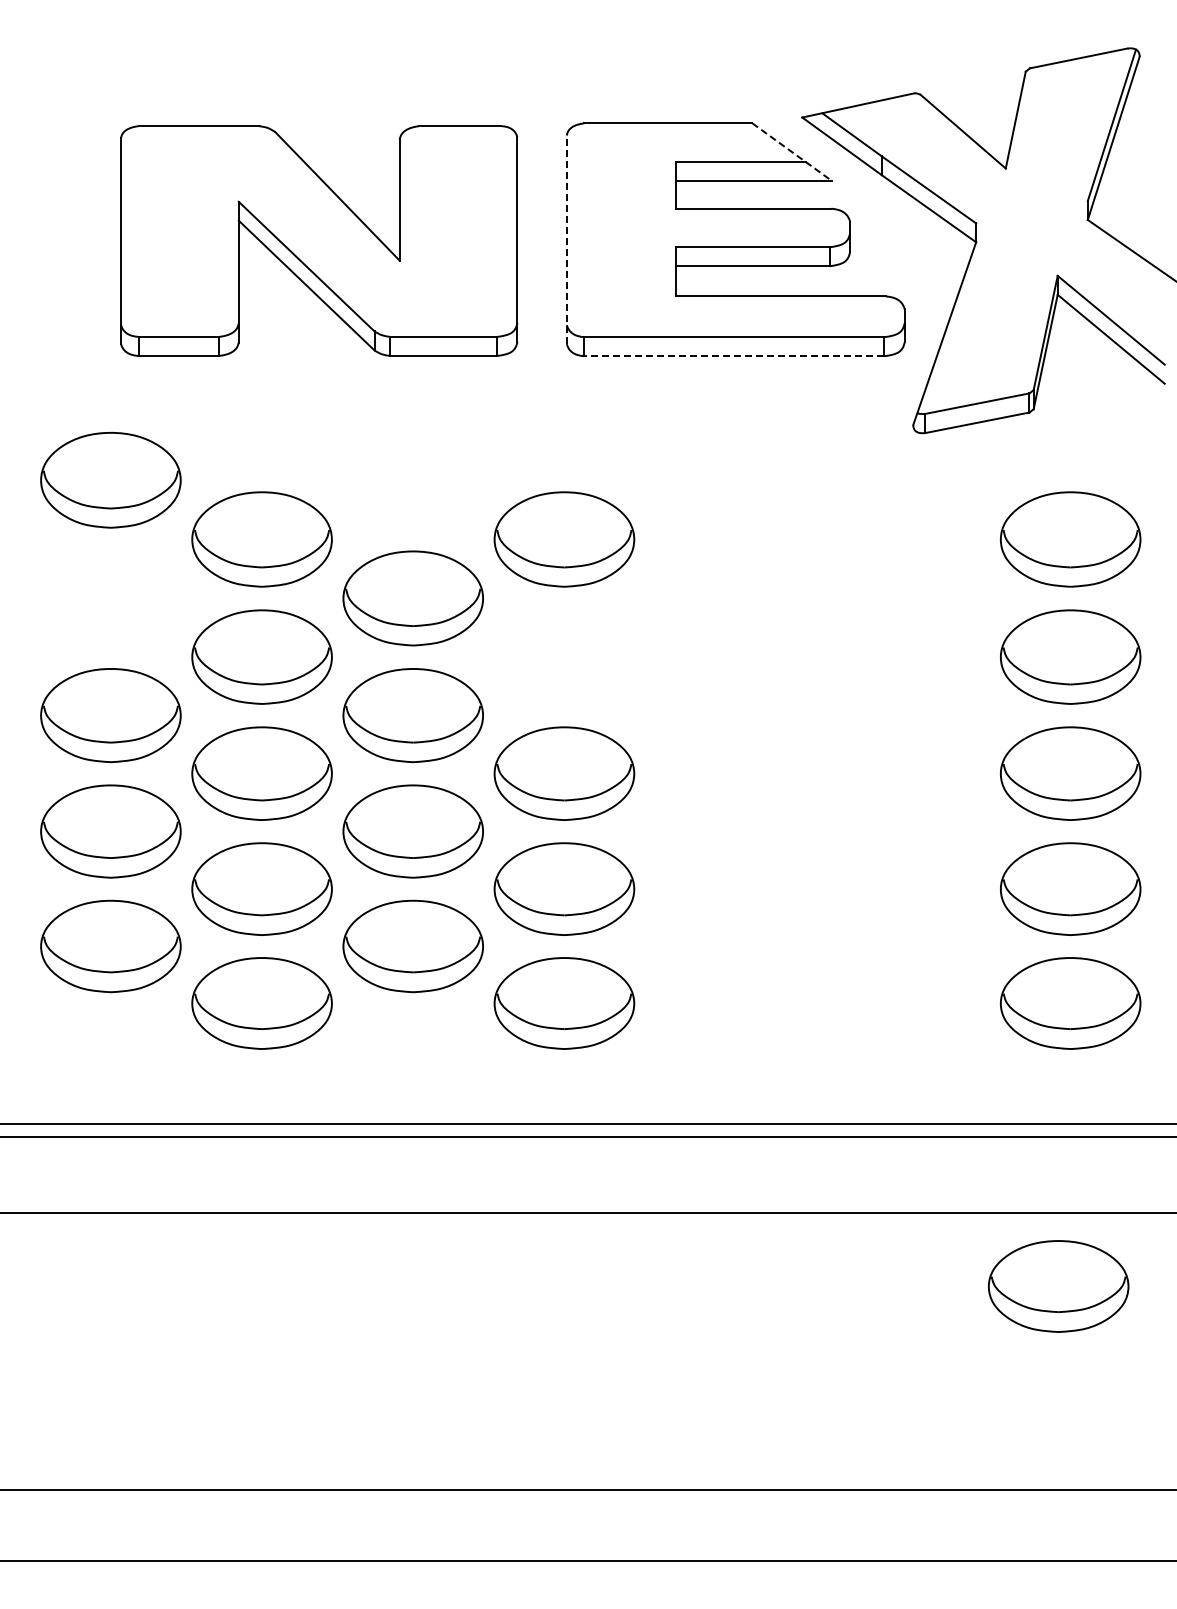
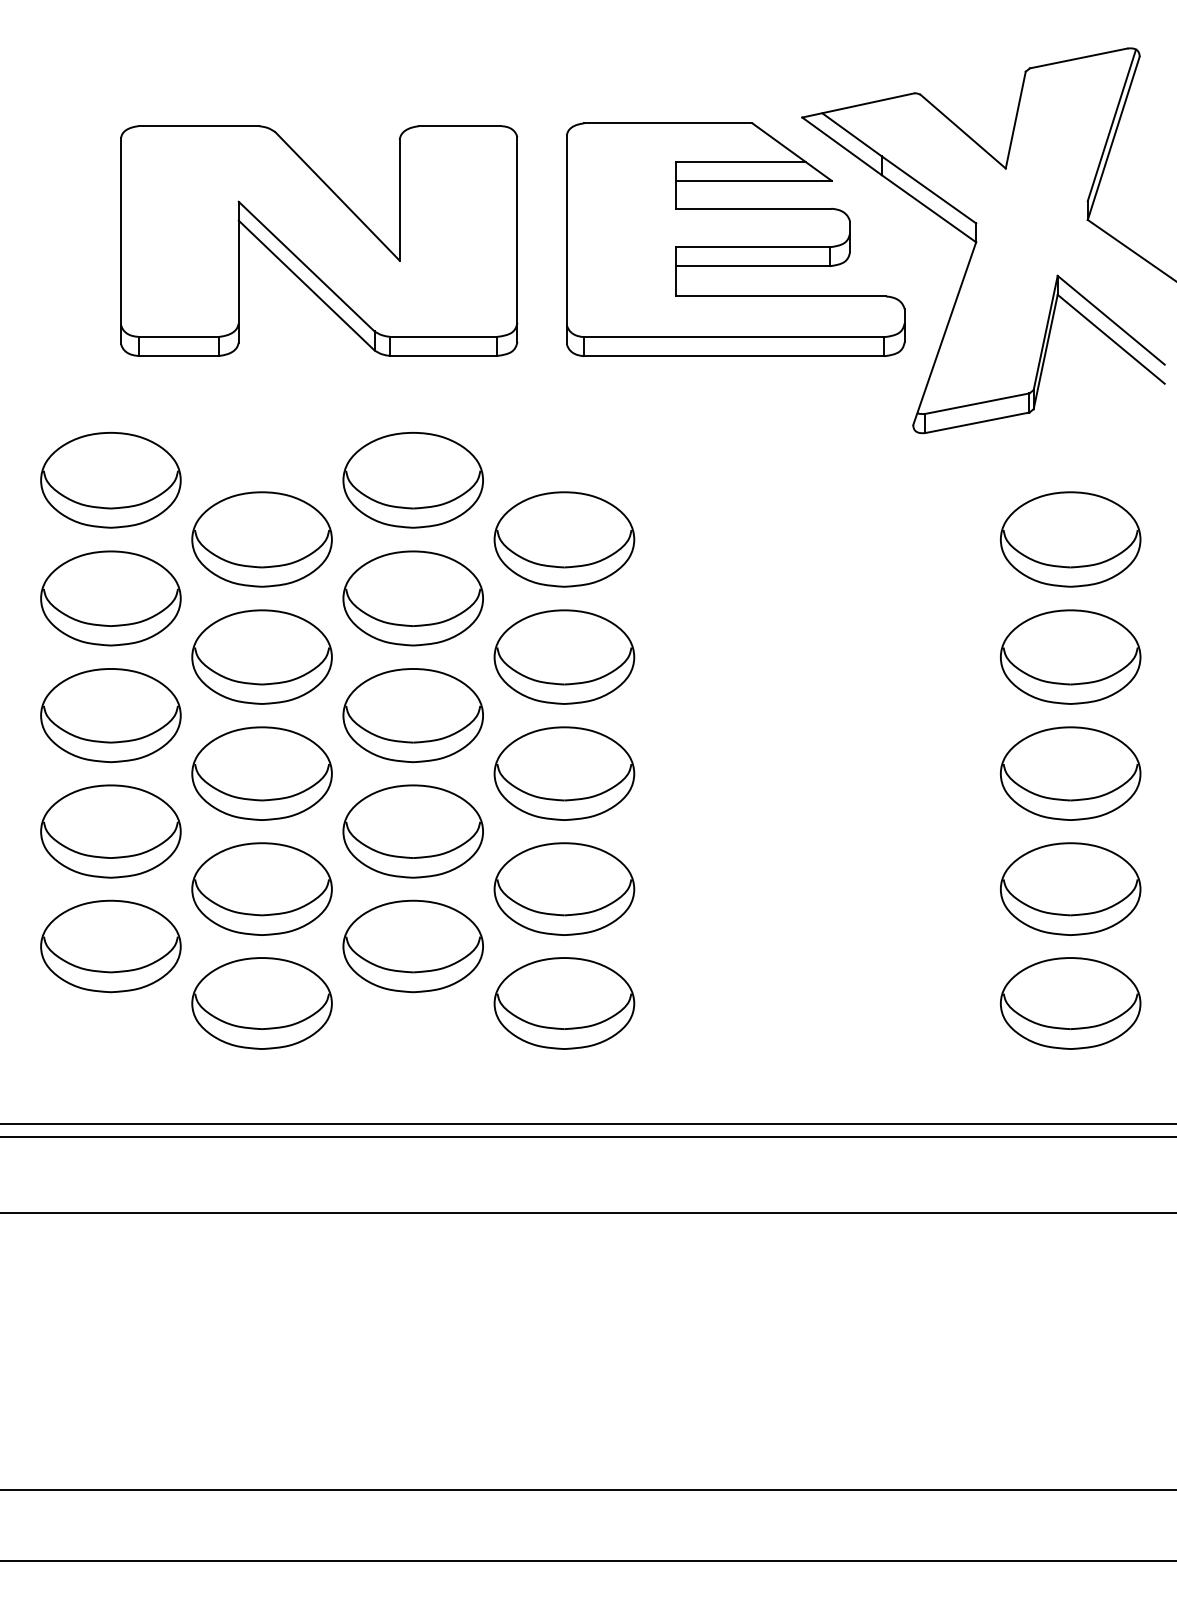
line at (792, 152): dashed -> solid
line at (566, 239): dashed -> solid
line at (734, 356): dashed -> solid
part at (412, 480): none -> present
part at (110, 598): none -> present
part at (564, 656): none -> present
part at (1058, 1286): present -> none
